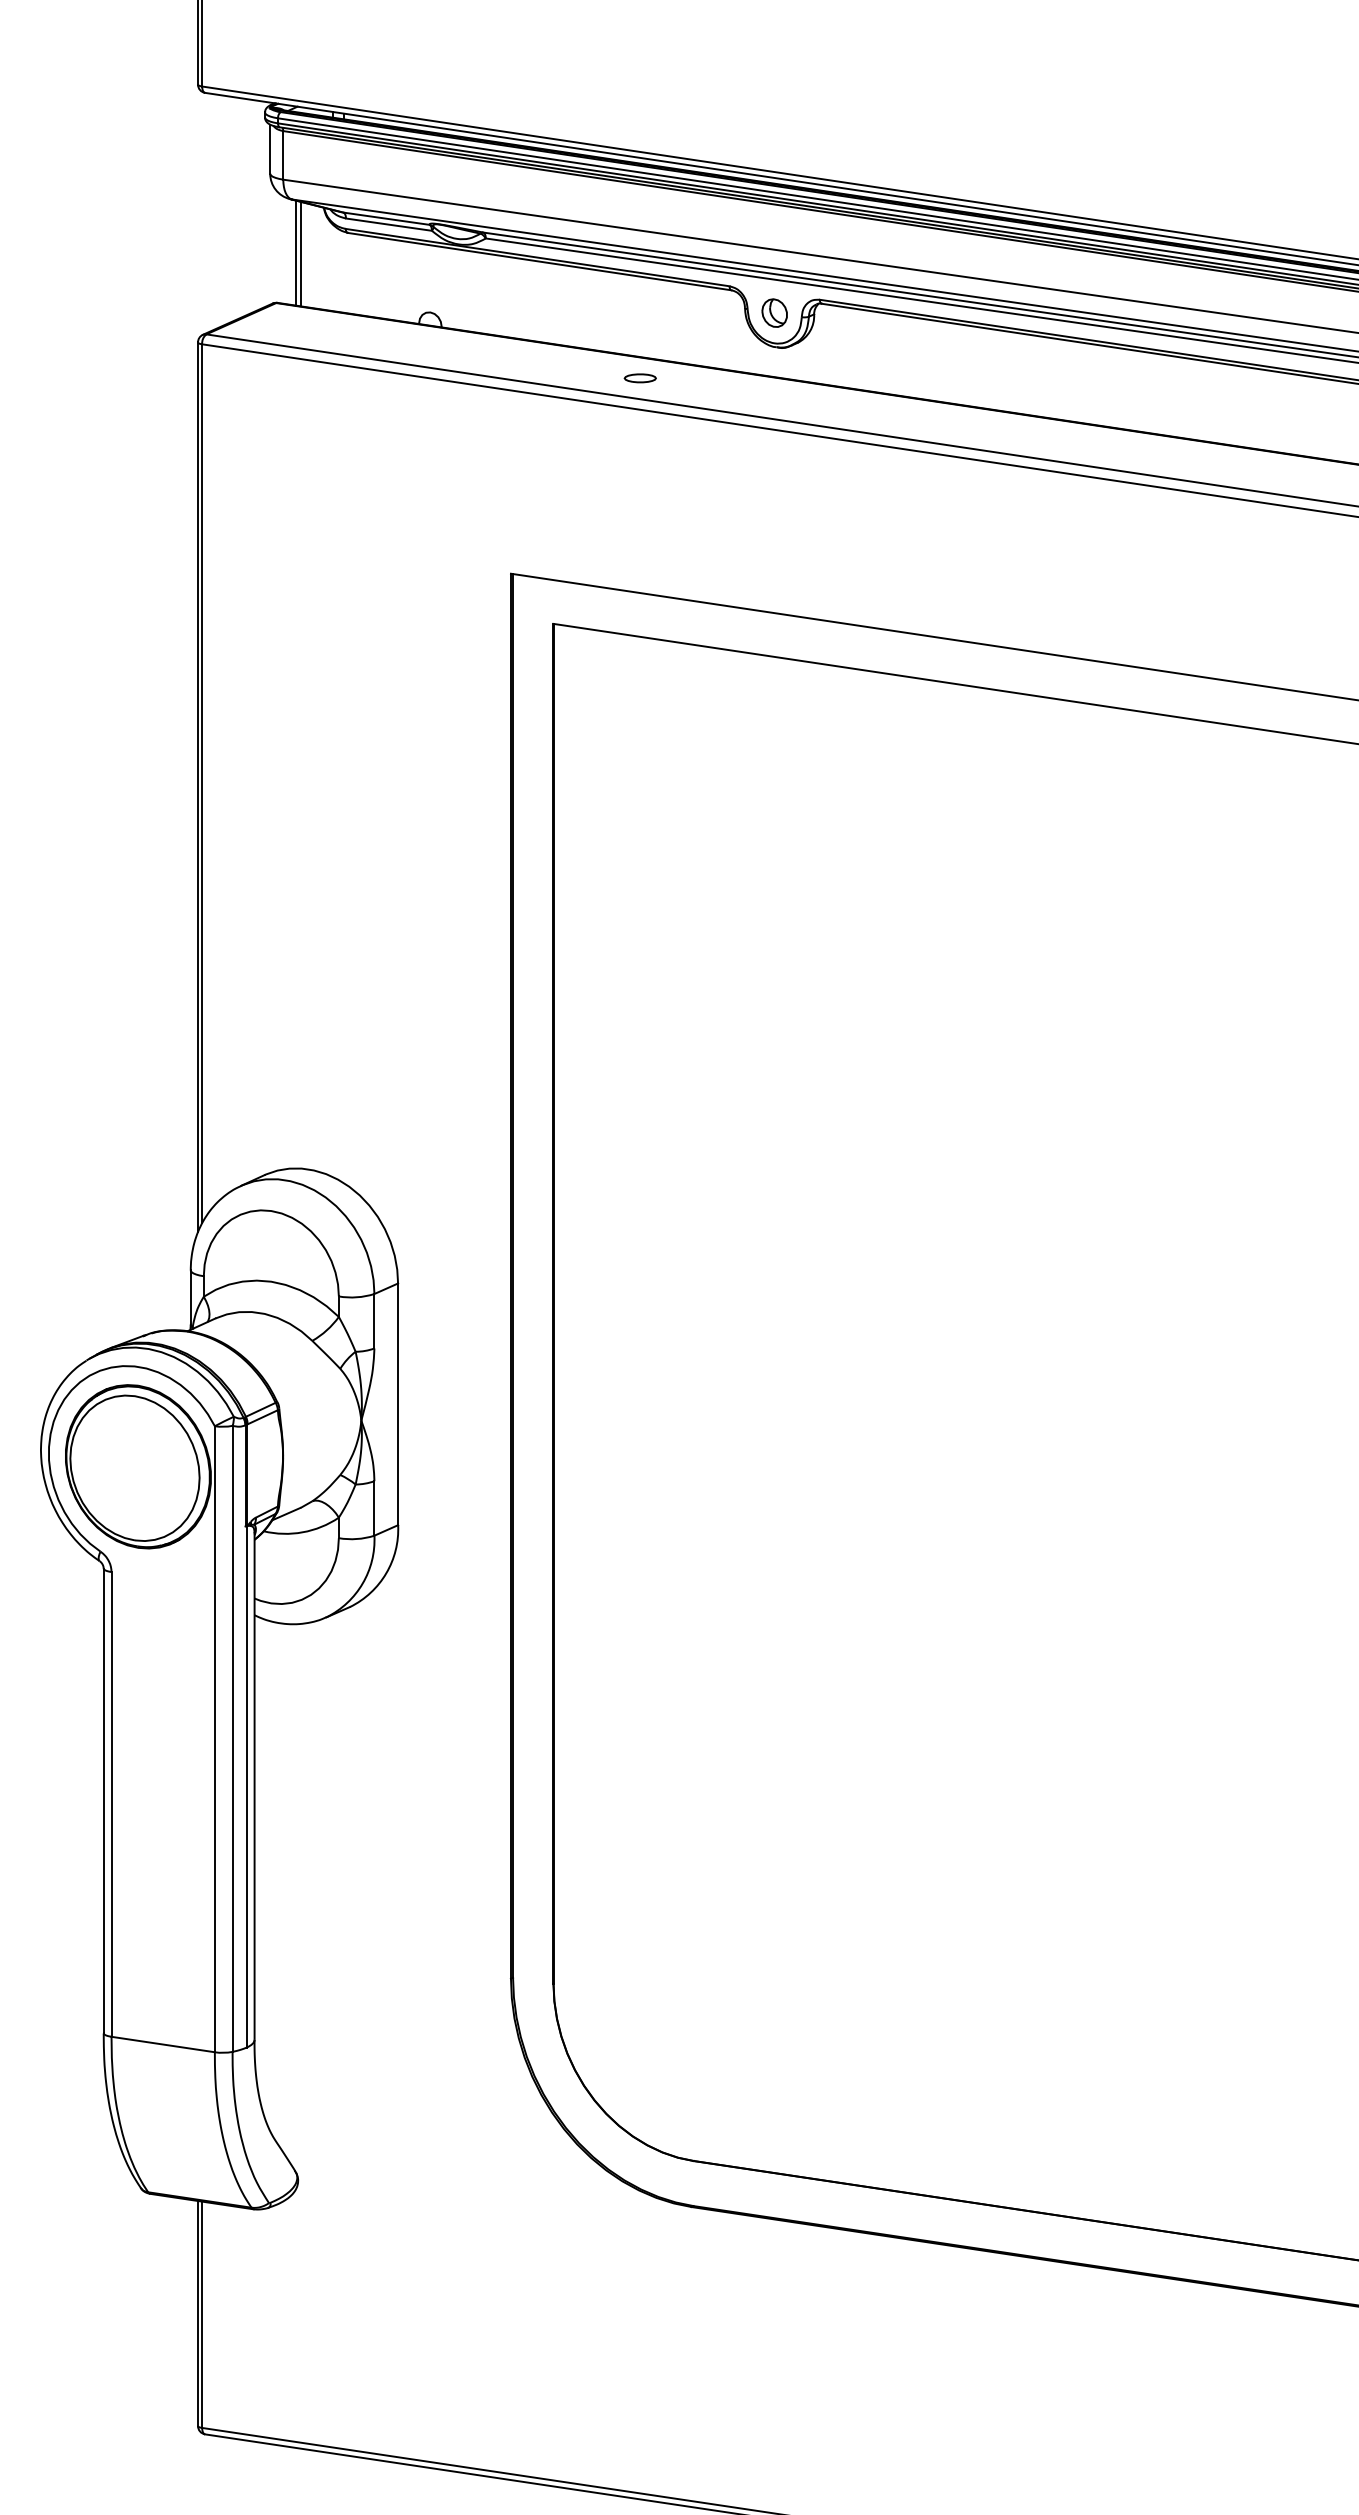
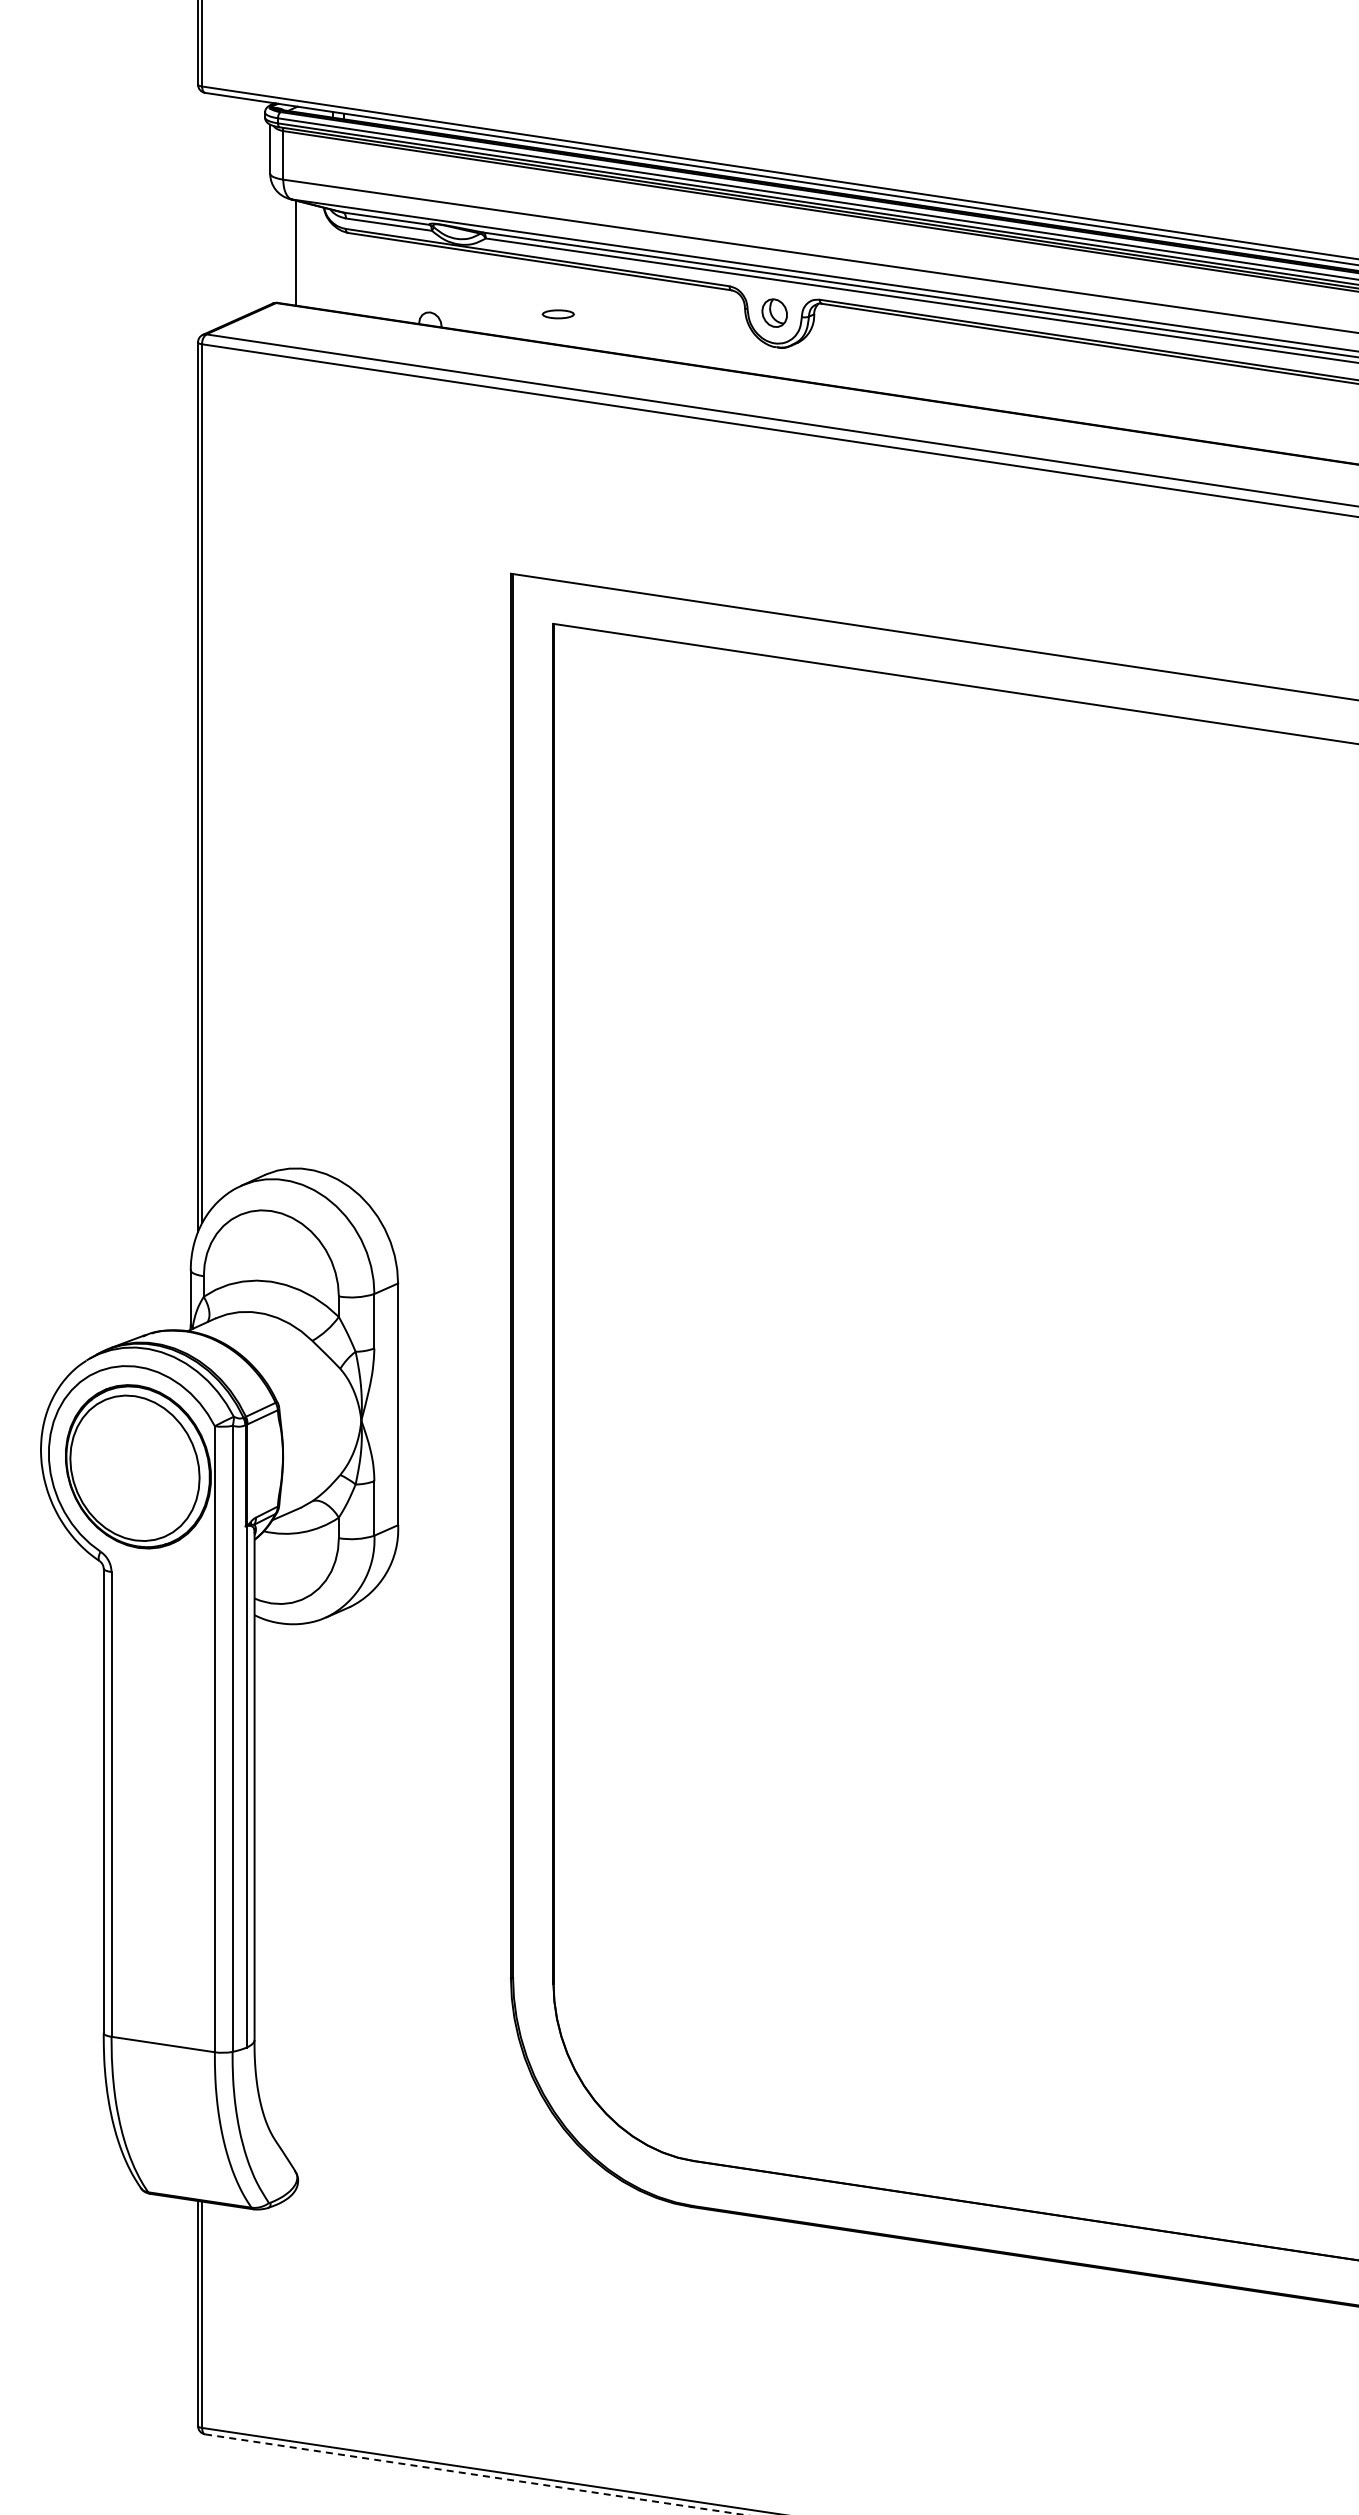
line at (300, 253): present -> none
part at (639, 378) position: (639, 378) -> (557, 314)
line at (475, 2474): solid -> dashed
